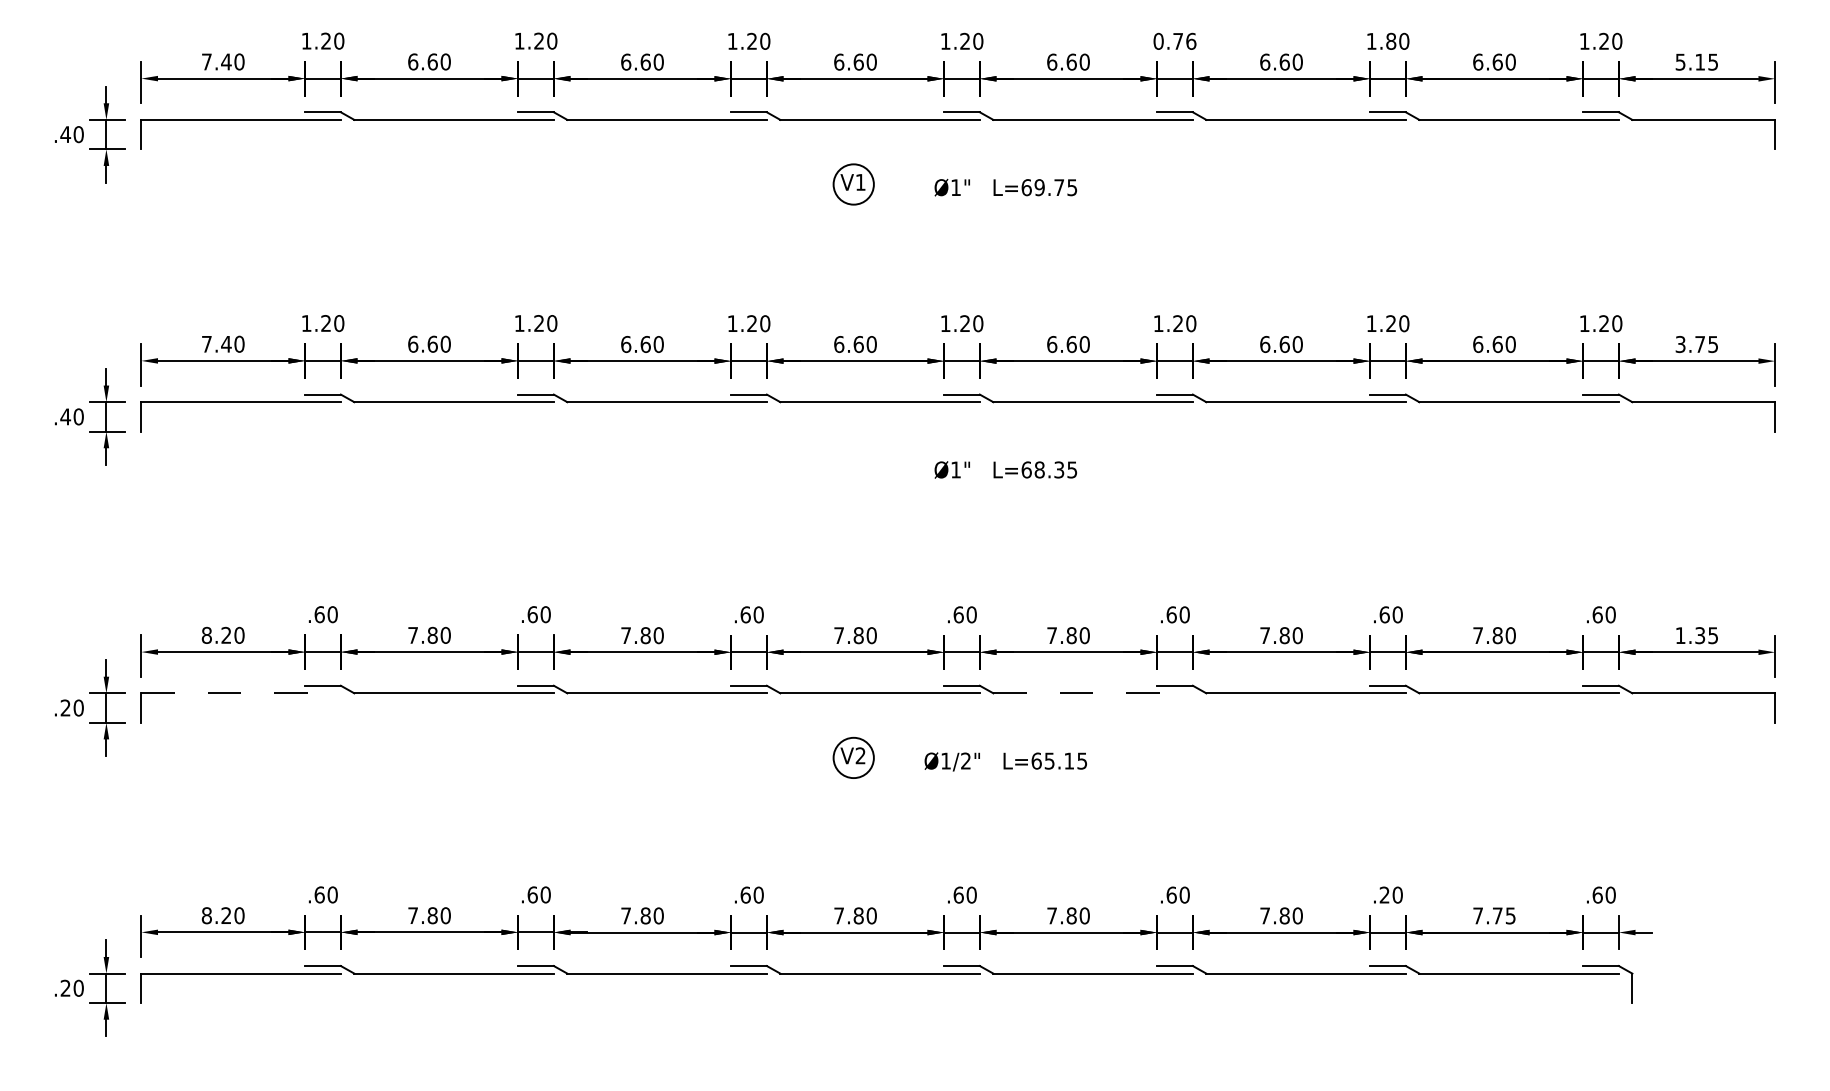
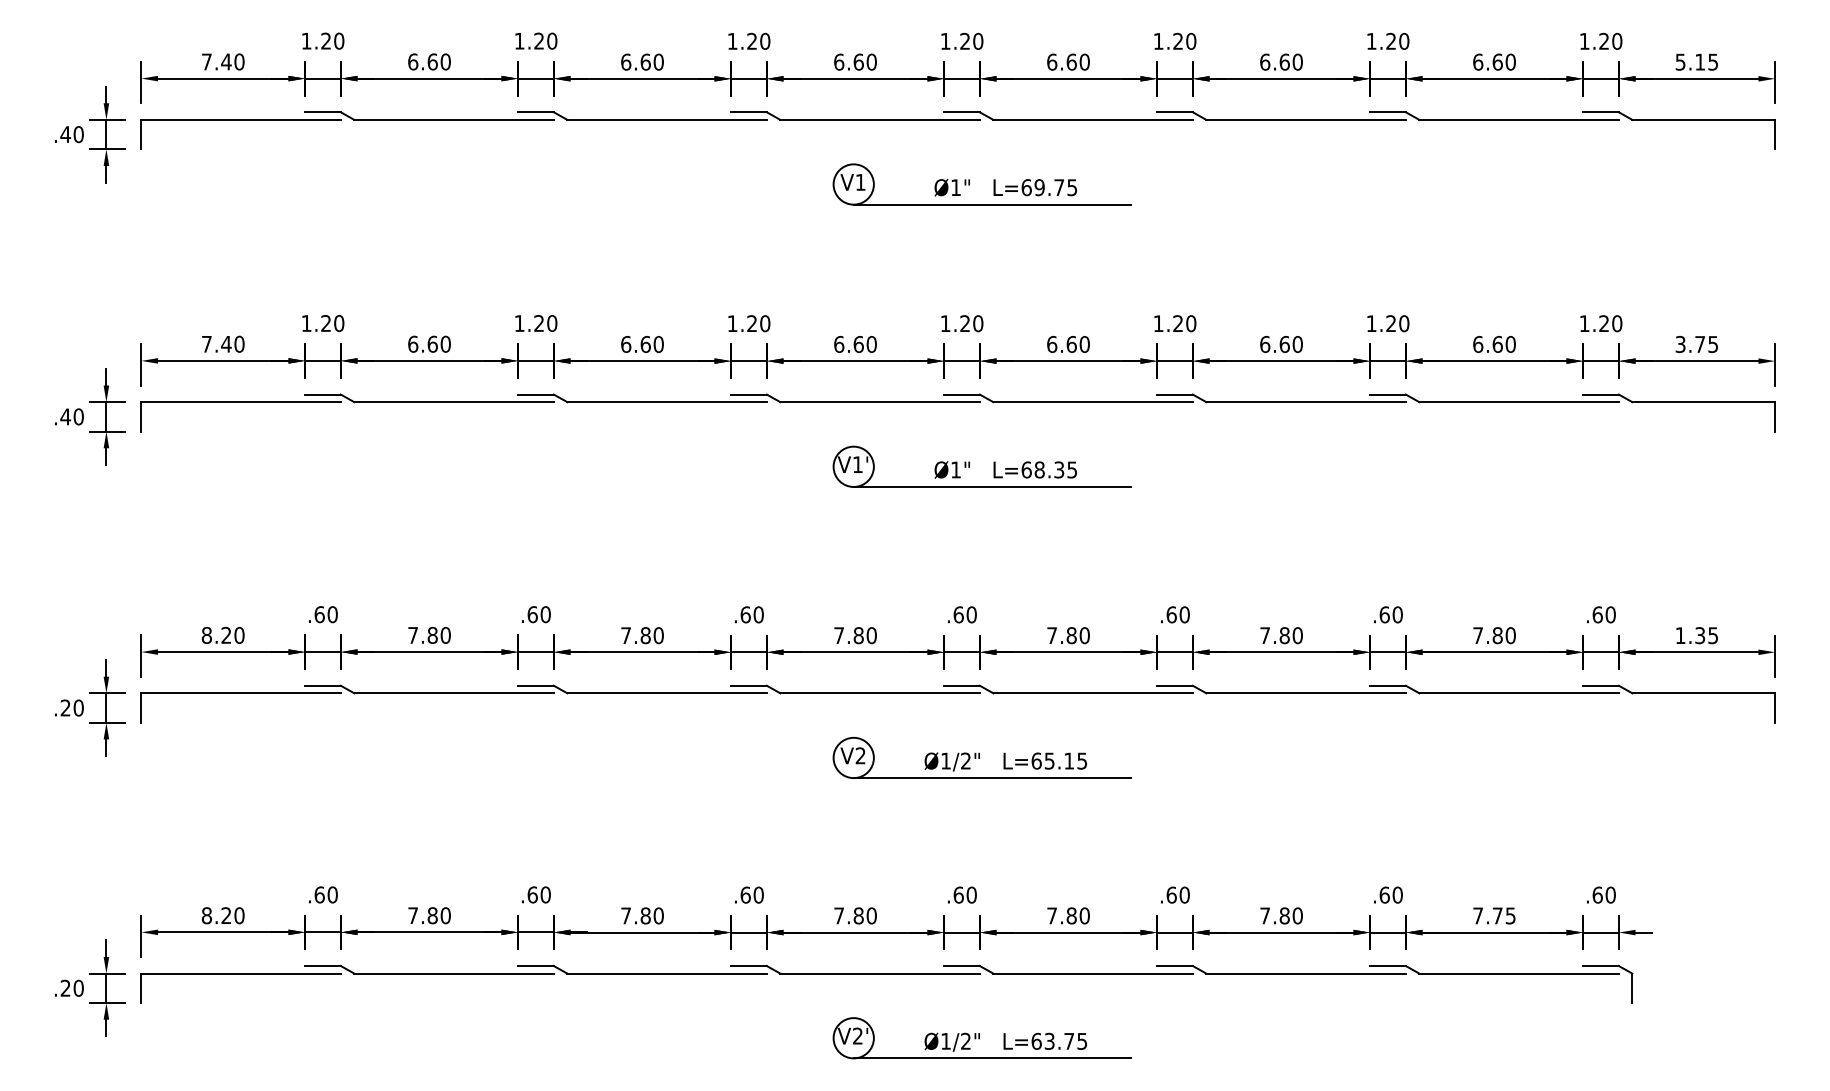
text at (1174, 40): 0.76 -> 1.20
text at (1391, 41): 1.80 -> 1.20
line at (991, 204): none -> present
part at (981, 486): none -> present
line at (241, 693): dashed -> solid
line at (1093, 693): dashed -> solid
line at (991, 778): none -> present
text at (1384, 894): .20 -> .60
part at (981, 1038): none -> present
